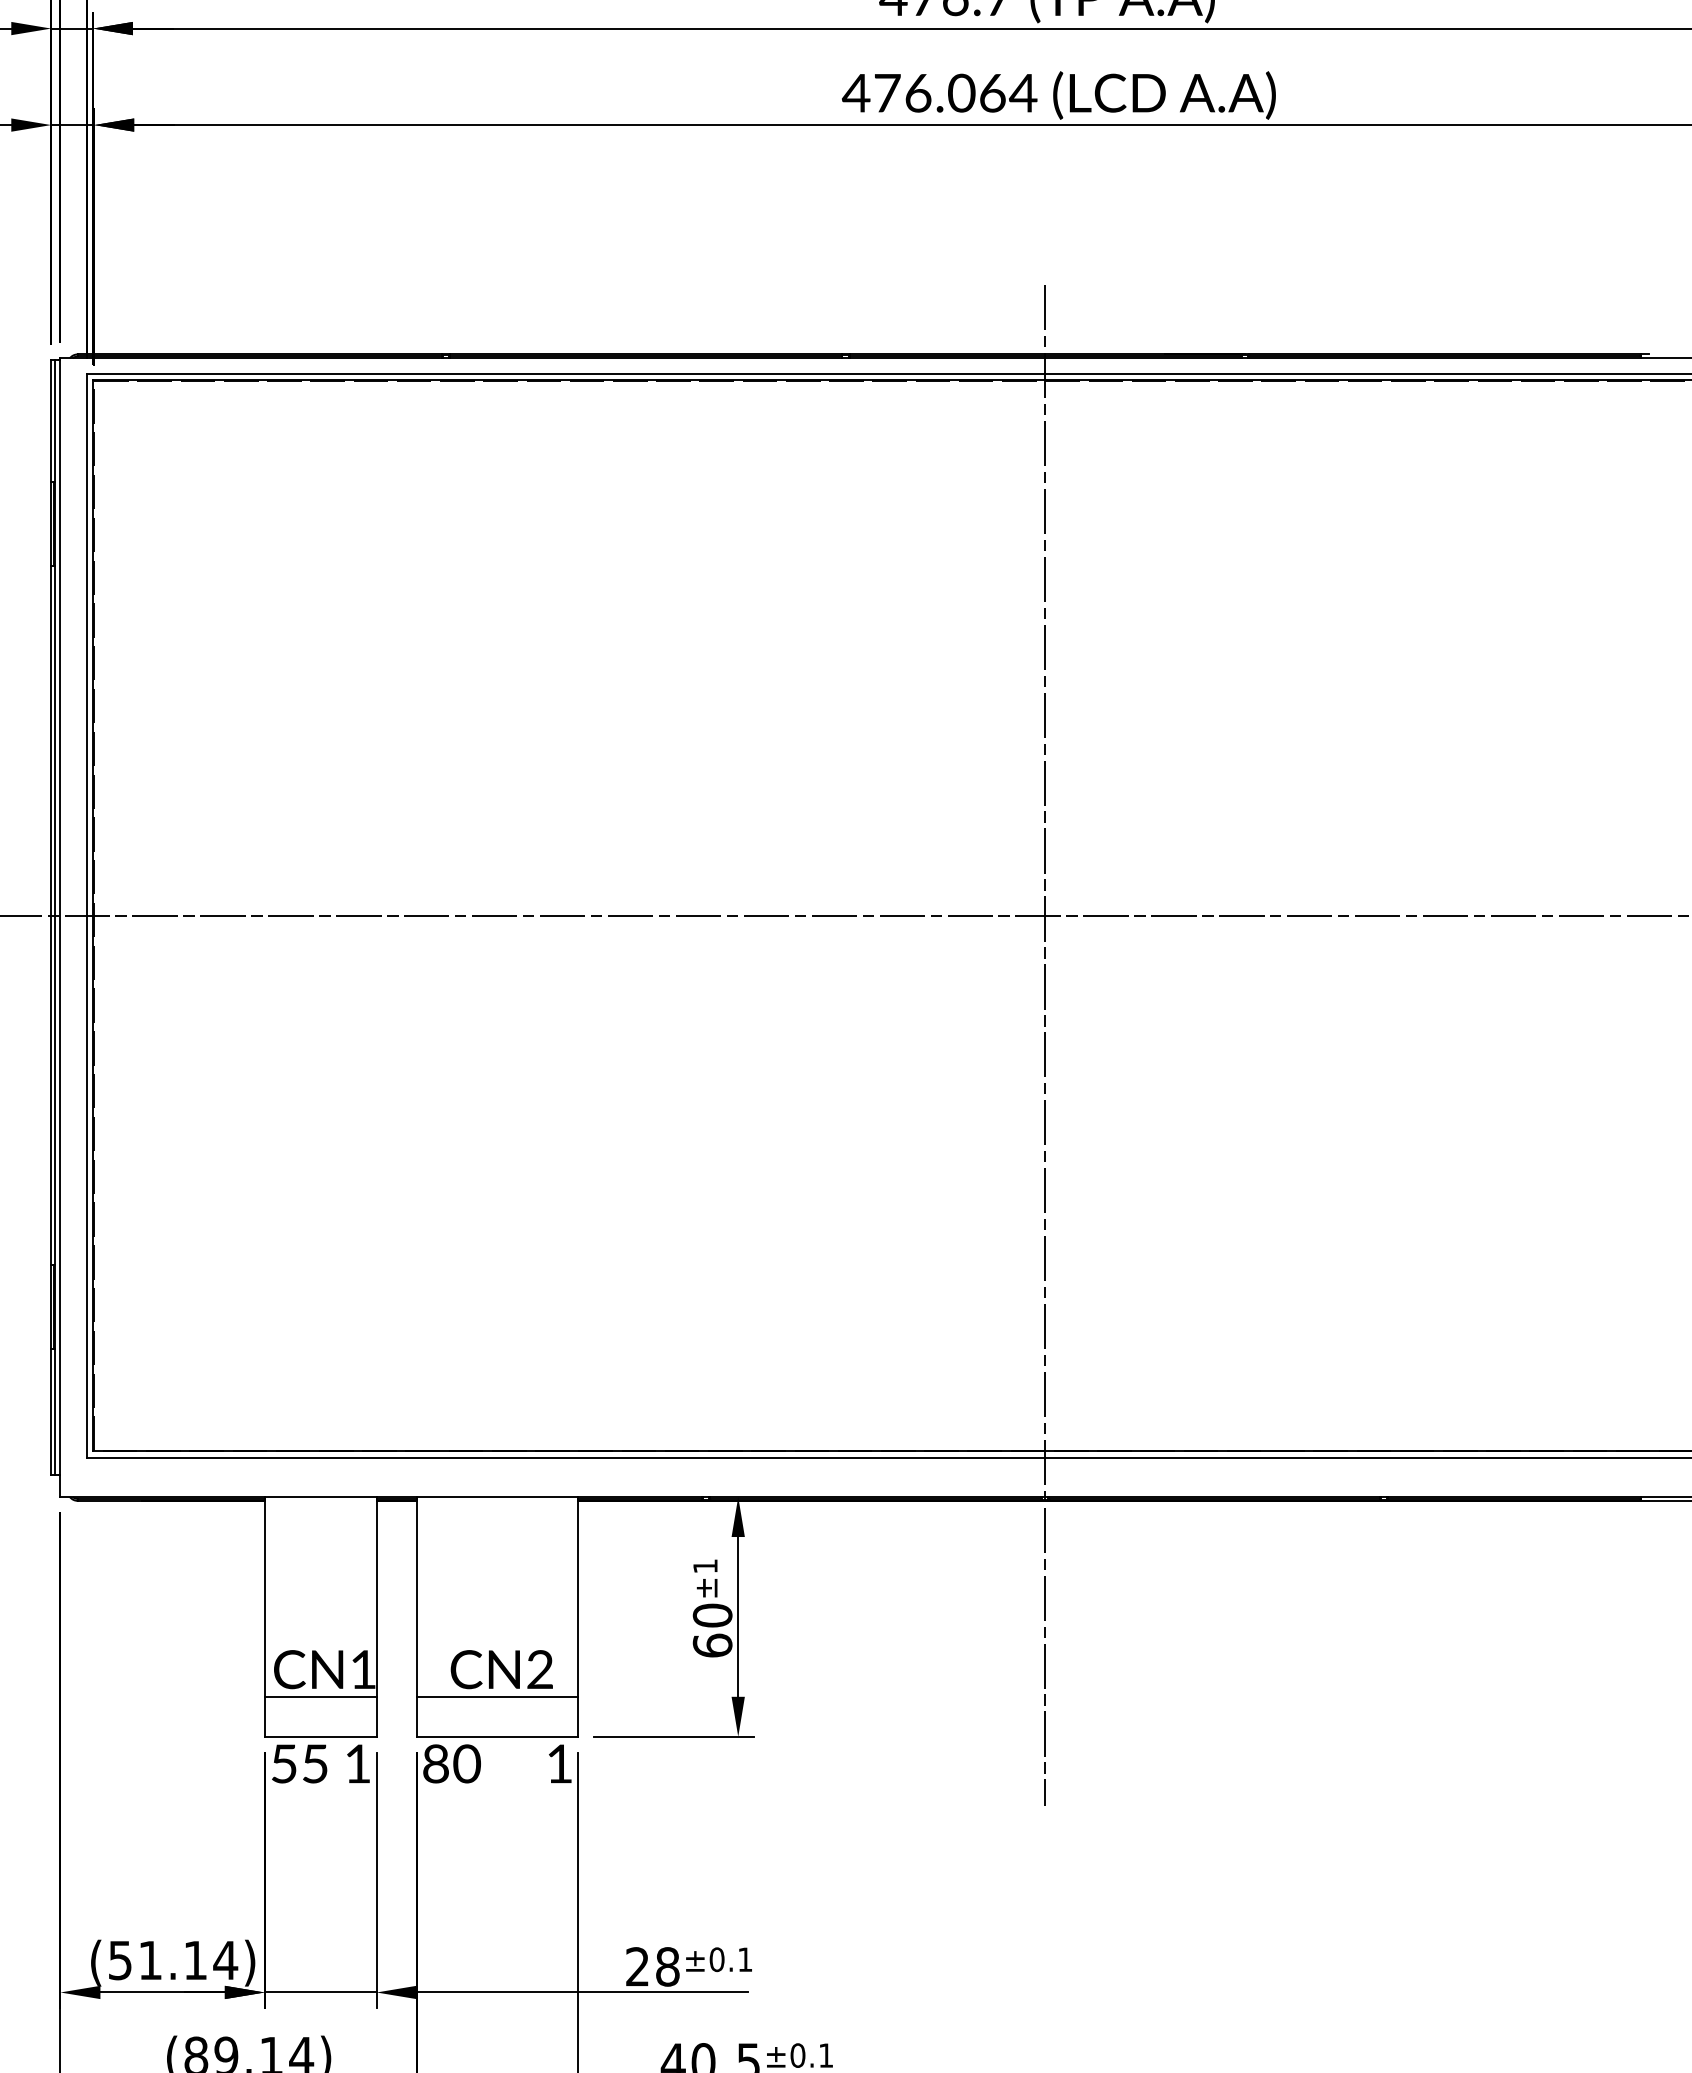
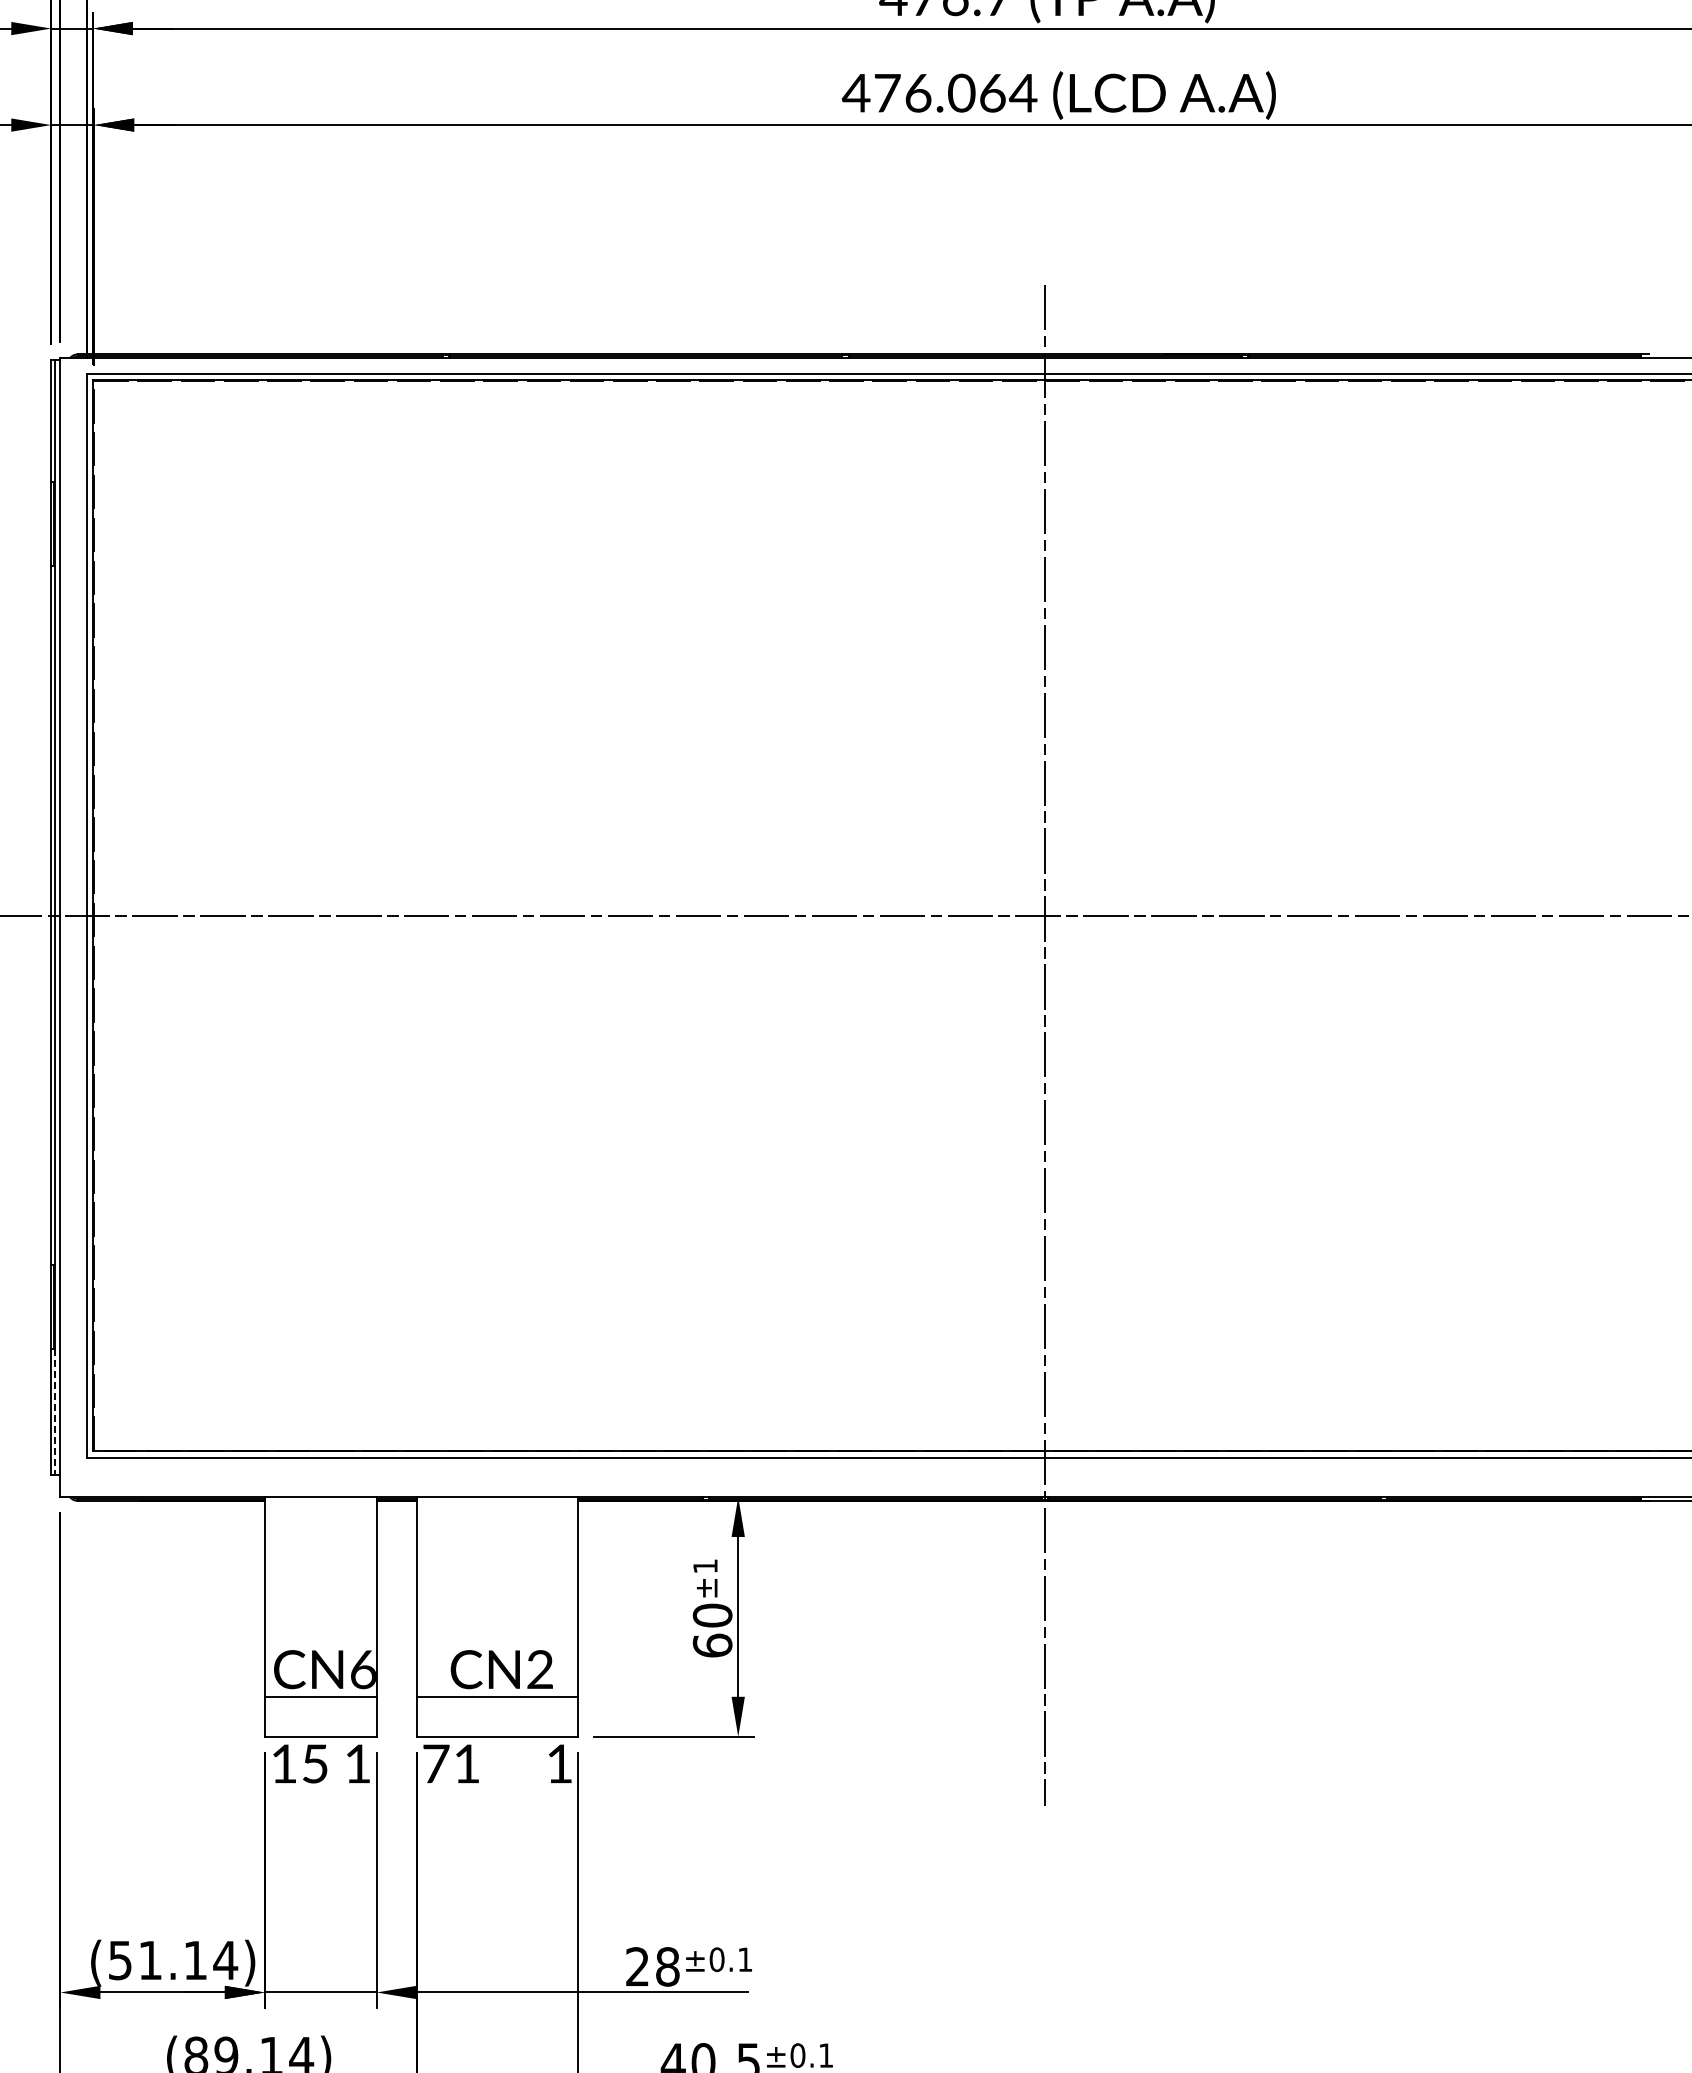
line at (55, 1412): solid -> dashed
text at (363, 1669): CN1 -> CN6
text at (284, 1763): 55 -> 15
text at (451, 1763): 80 -> 71
